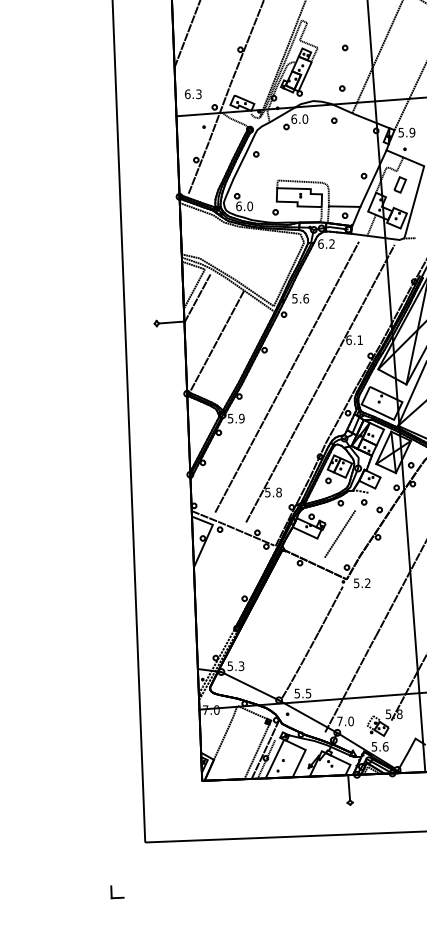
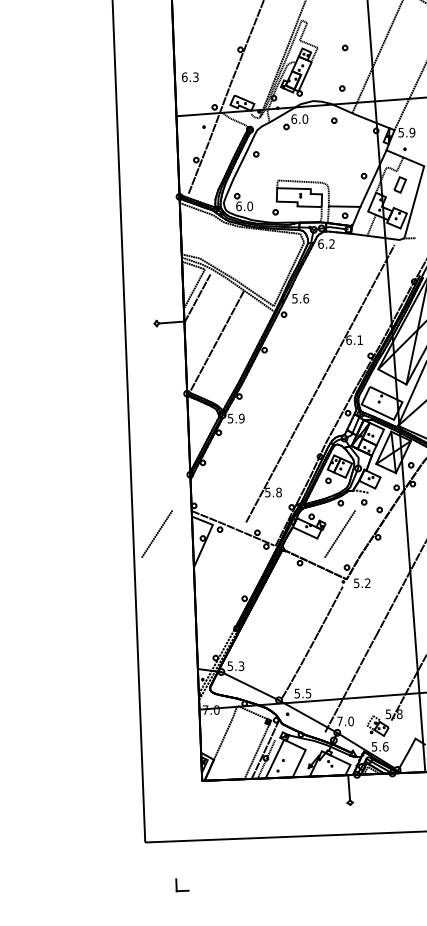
line at (186, 34): present -> none
text at (193, 94) position: (193, 94) -> (190, 77)
line at (287, 376): present -> none
line at (156, 533): none -> present
part at (117, 892) position: (117, 892) -> (182, 885)
